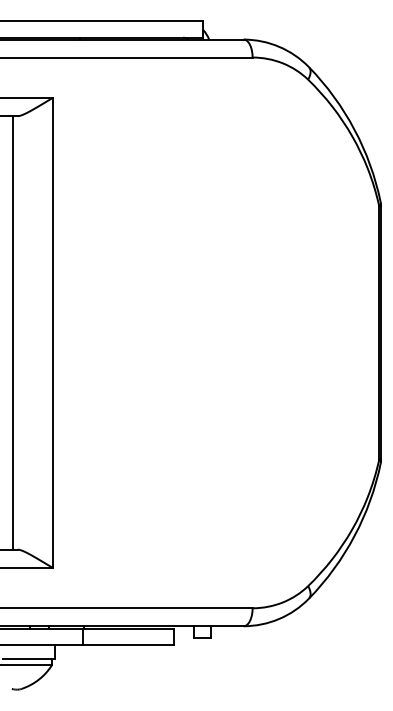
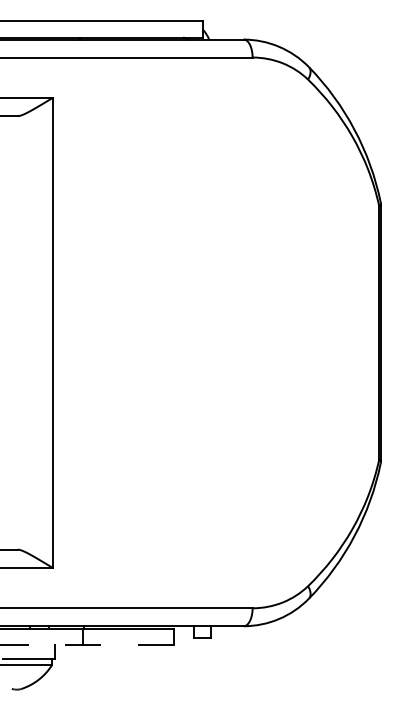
line at (13, 332): present -> none
line at (87, 645): solid -> dashed
